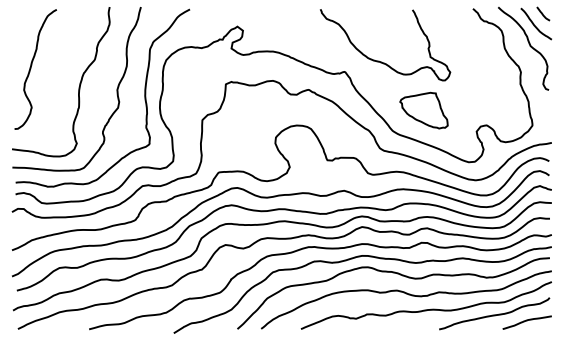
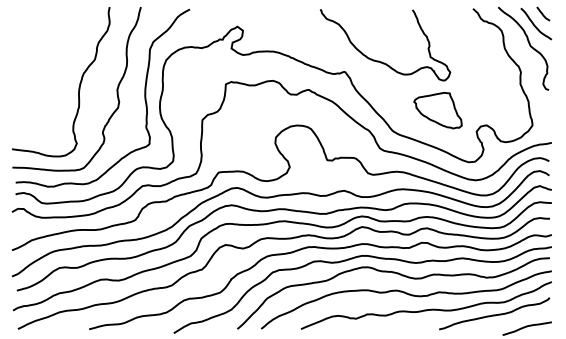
curve at (31, 68): present -> none
part at (423, 110) position: (423, 110) -> (437, 110)
curve at (526, 321) position: (526, 321) -> (526, 327)
